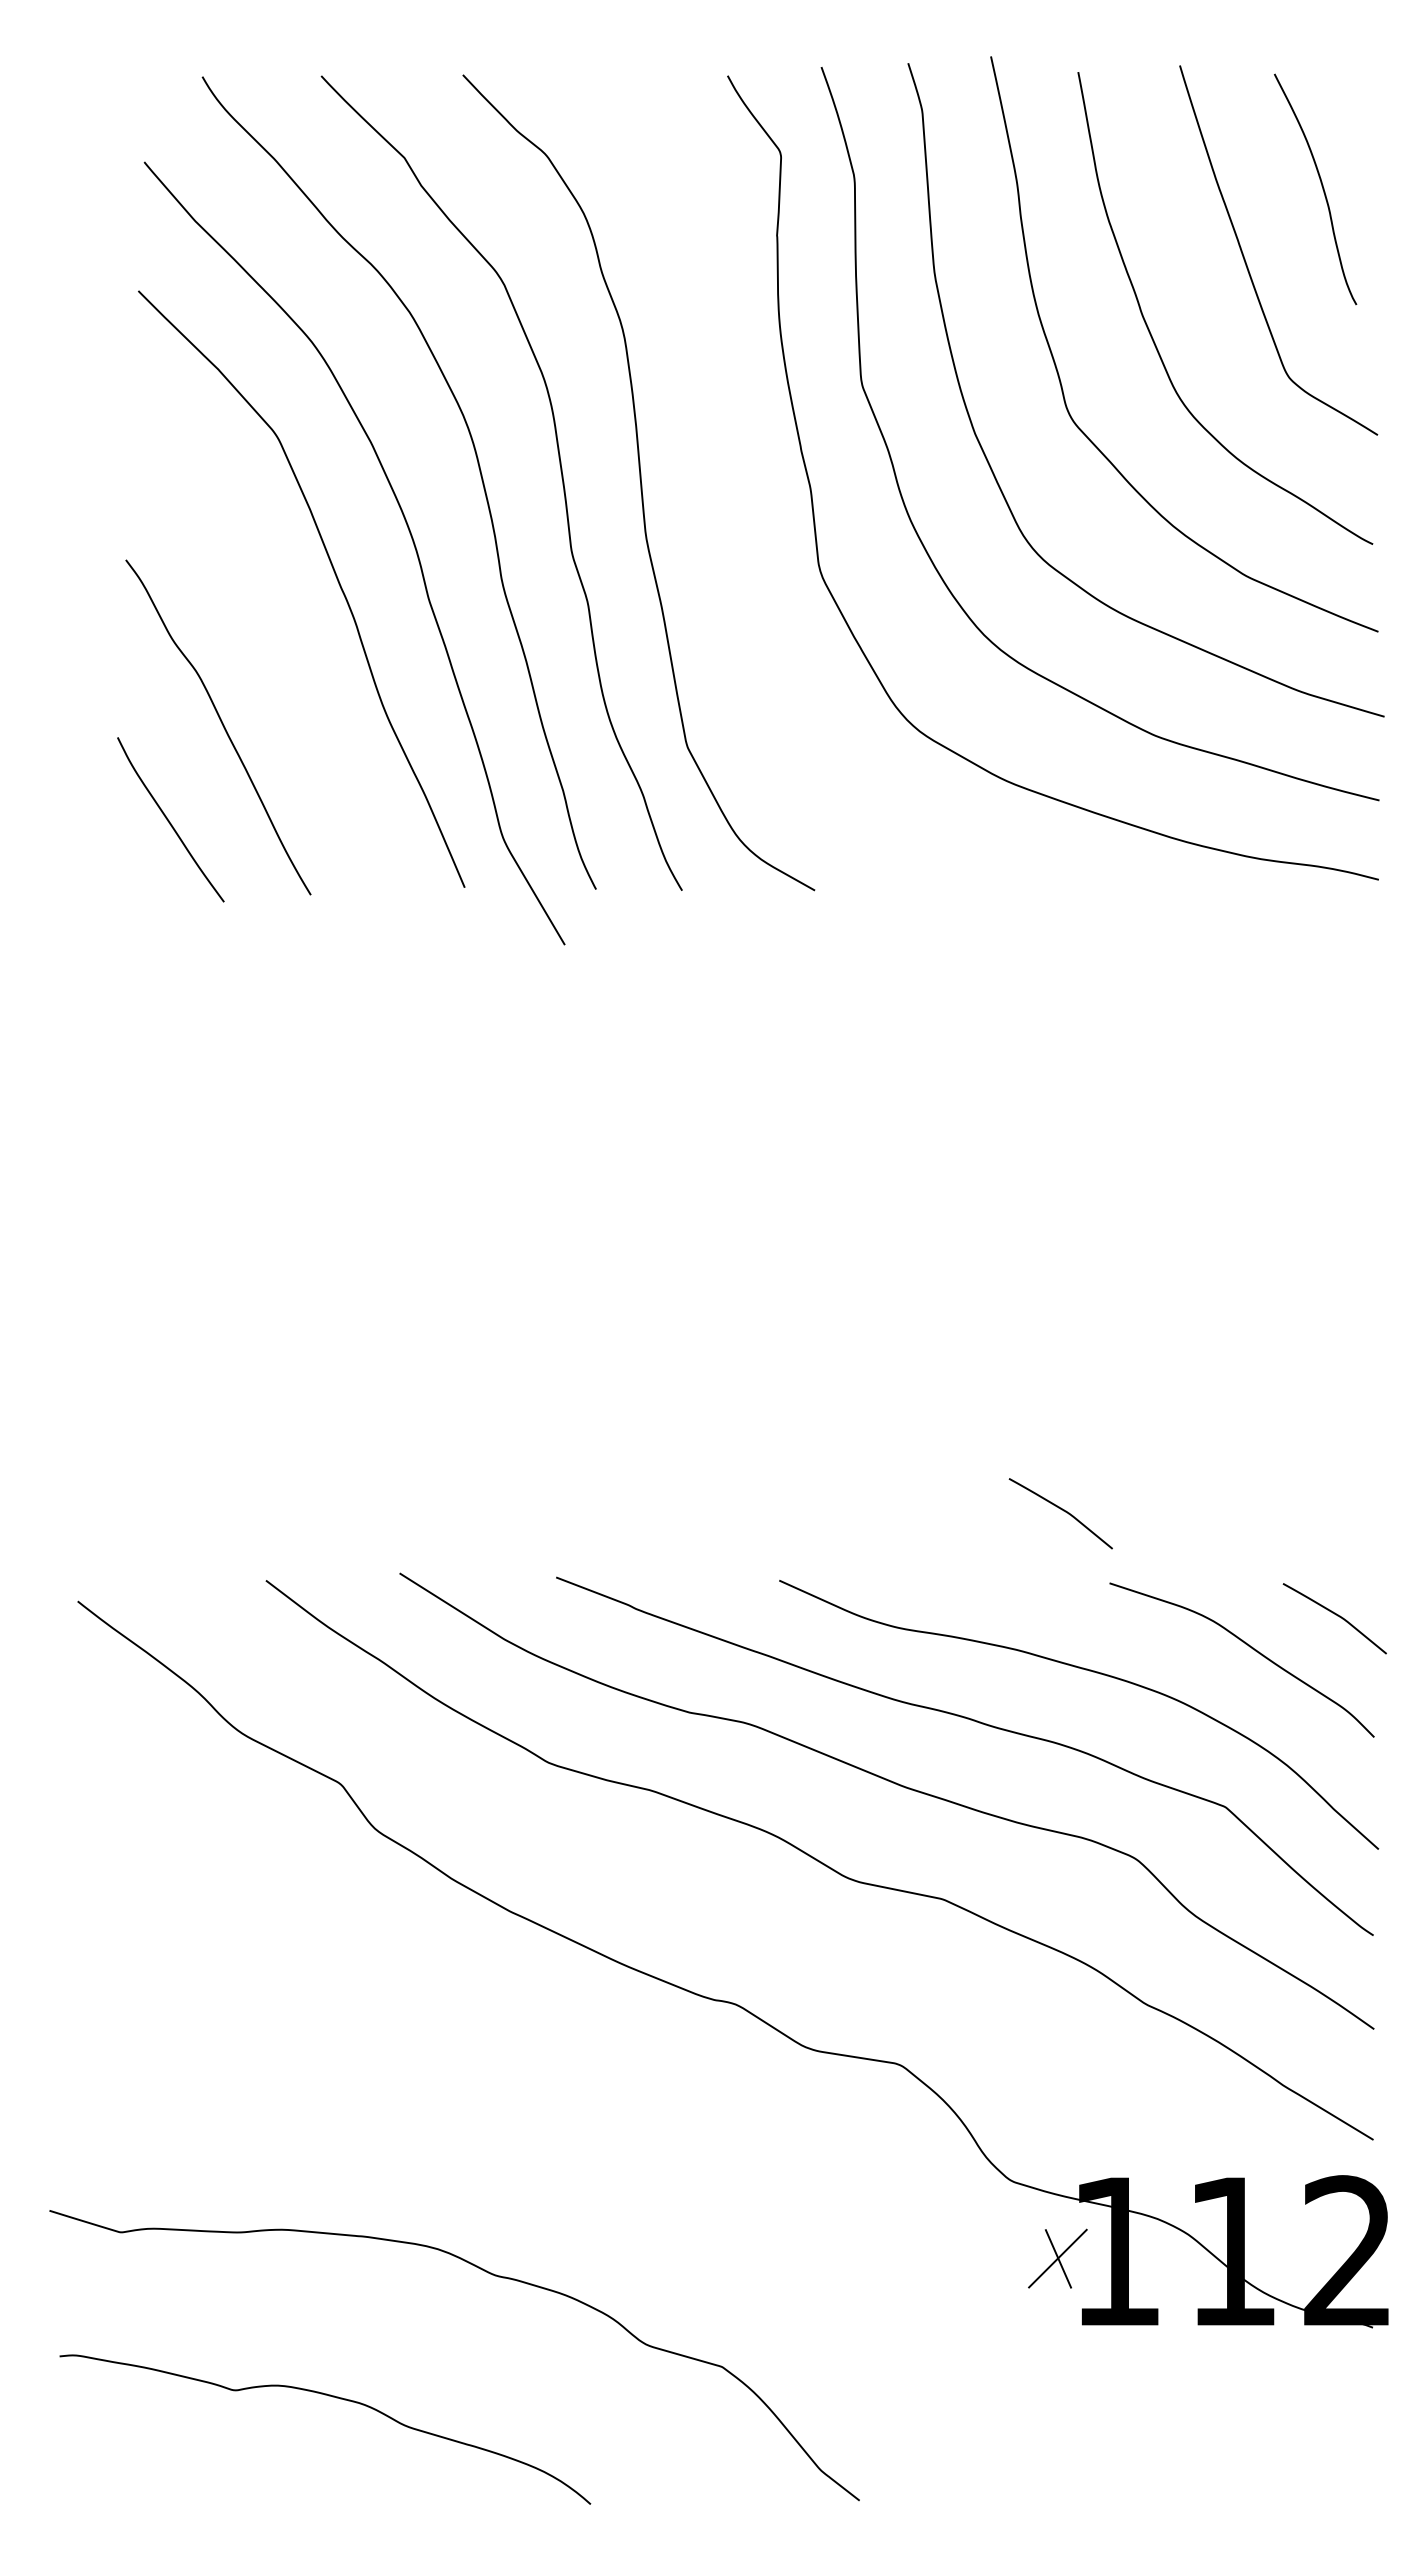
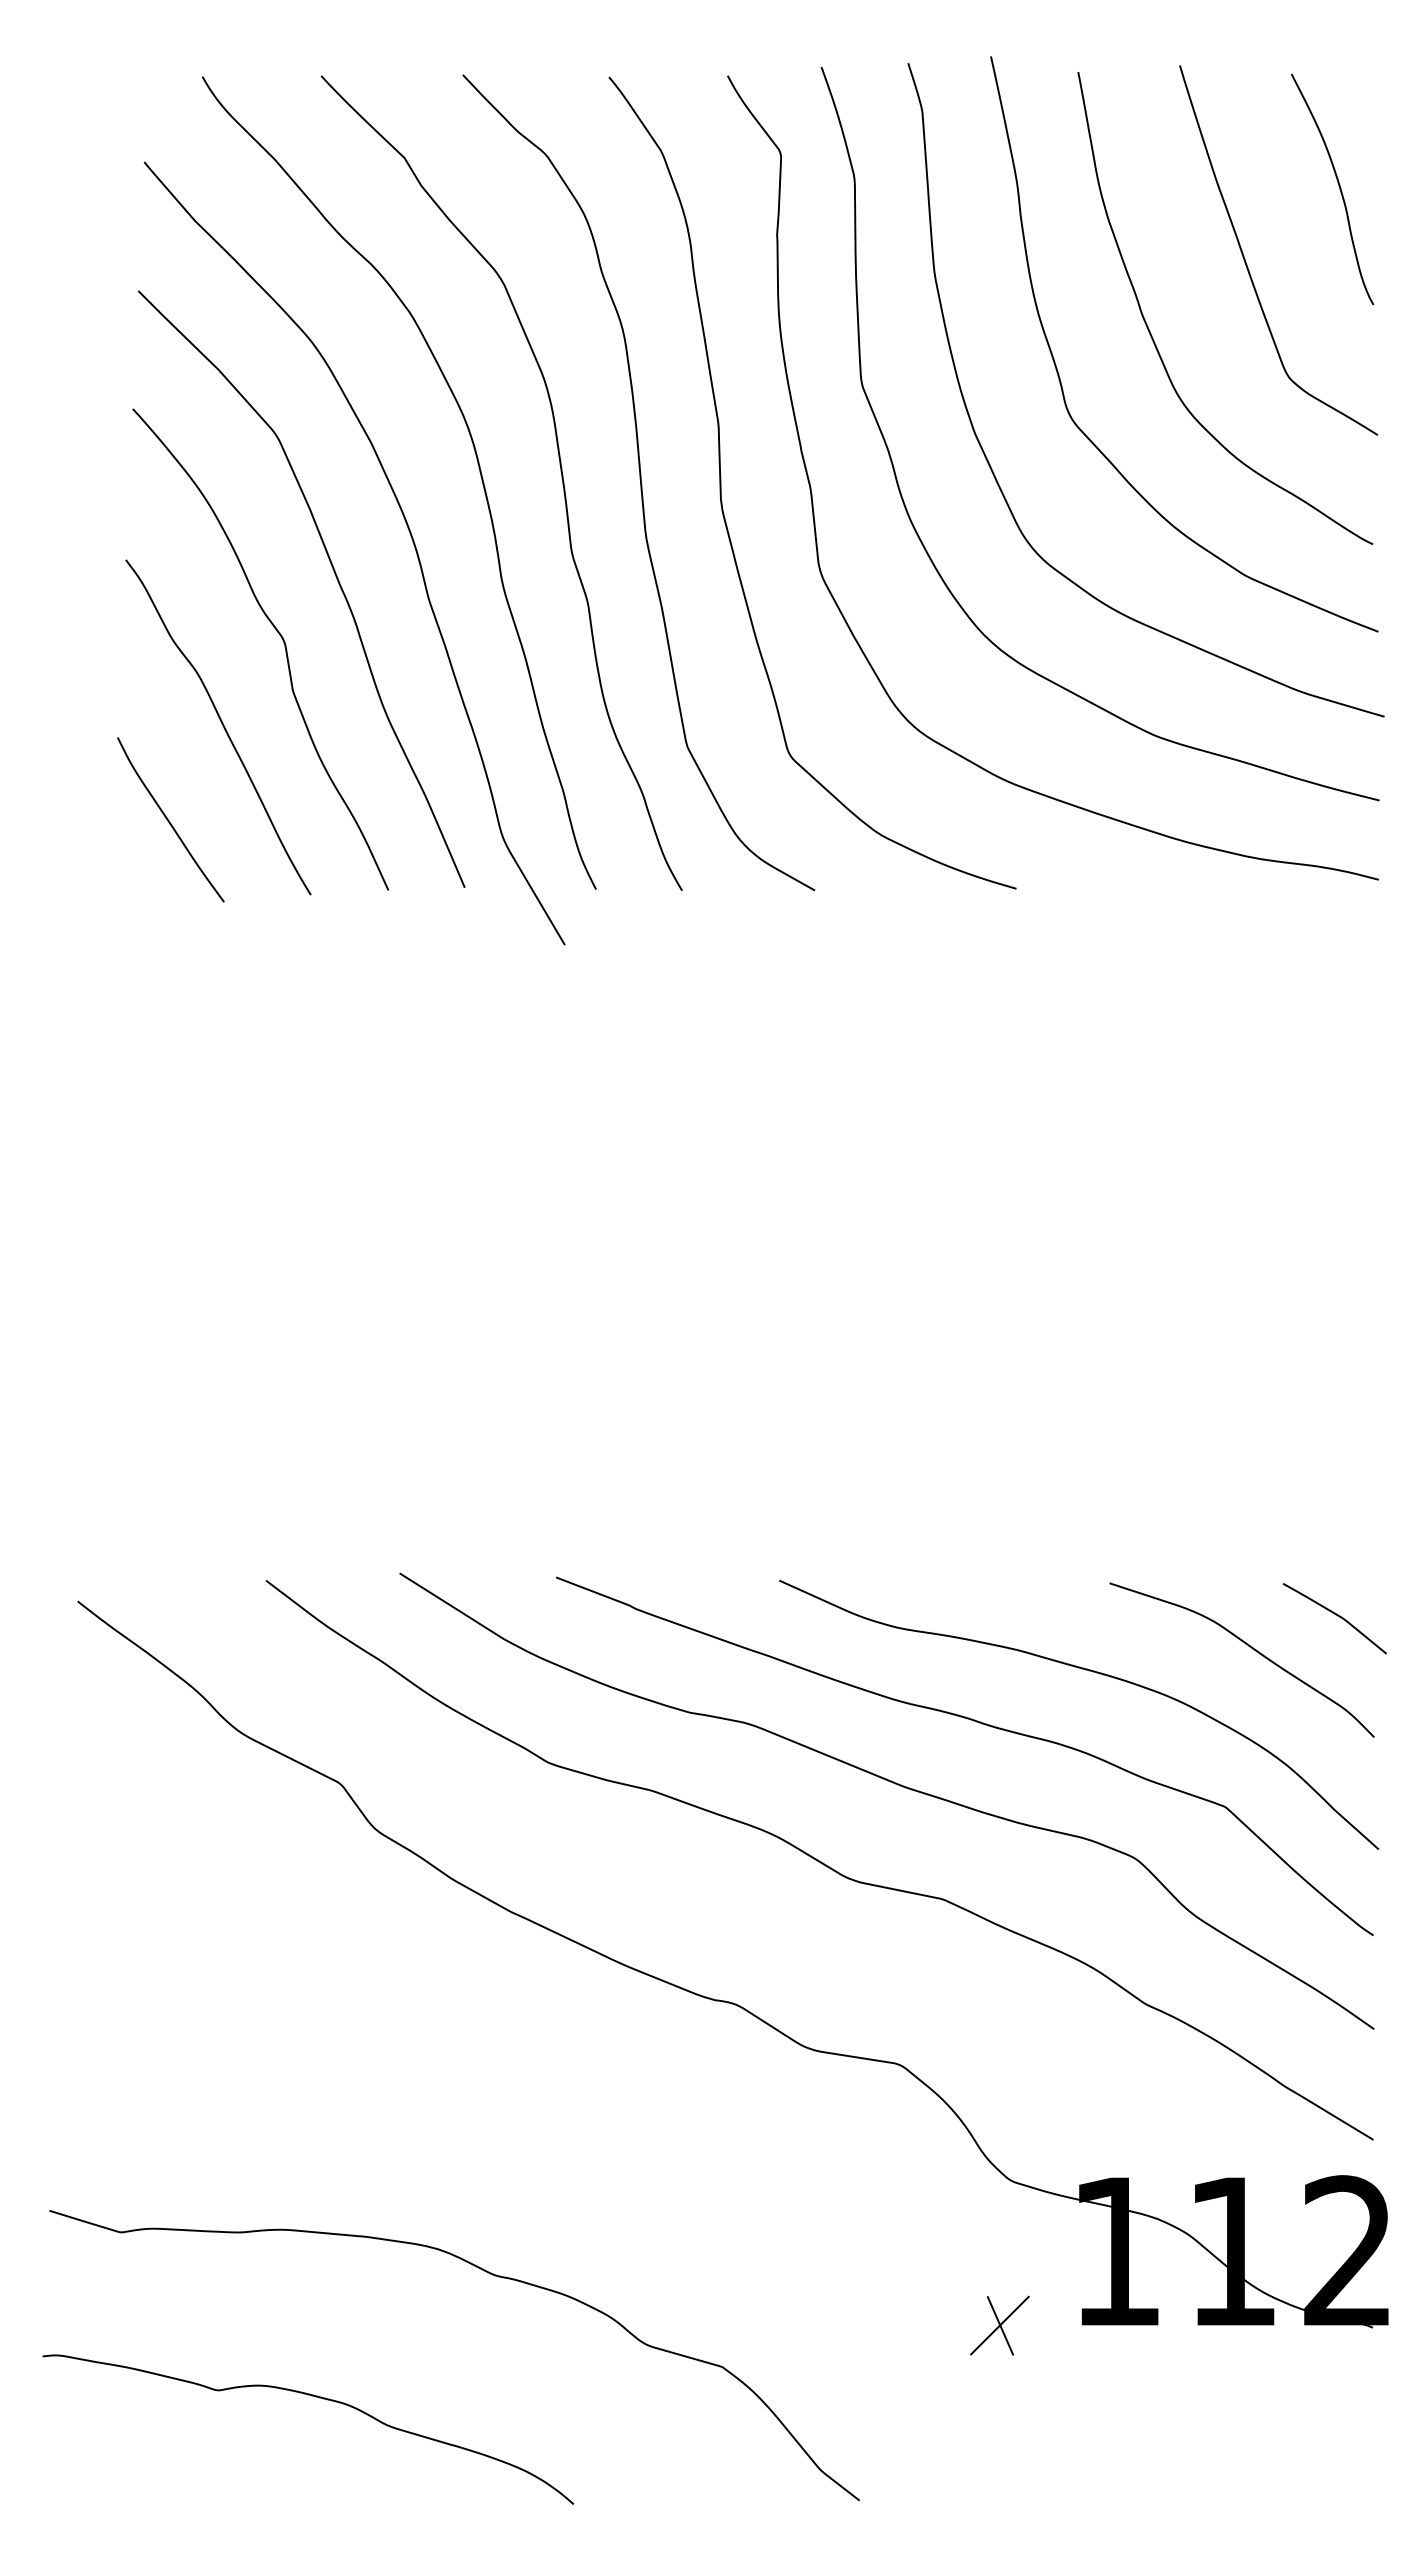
curve at (1321, 186) position: (1321, 186) -> (1338, 186)
curve at (721, 482): none -> present
curve at (279, 635): none -> present
curve at (1062, 1510): present -> none
part at (1057, 2258) position: (1057, 2258) -> (999, 2325)
curve at (332, 2397) position: (332, 2397) -> (315, 2397)
